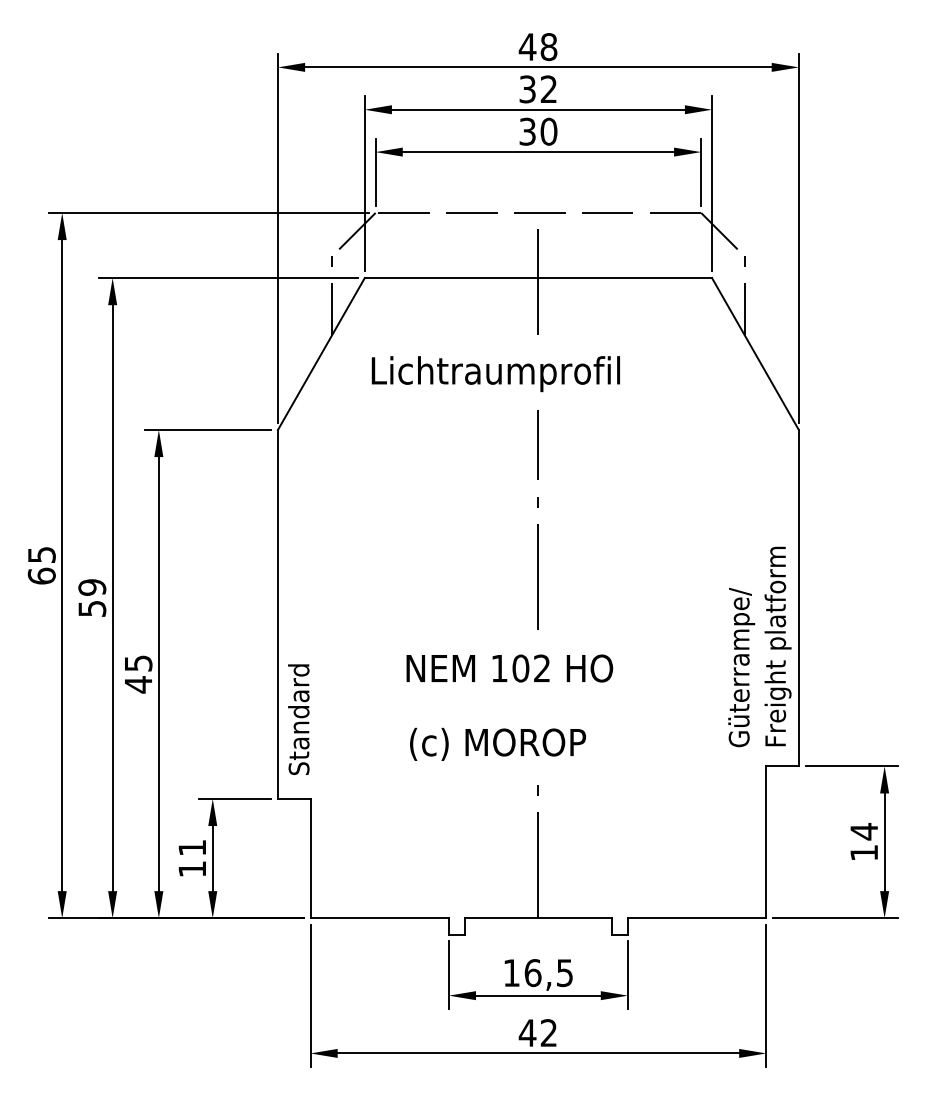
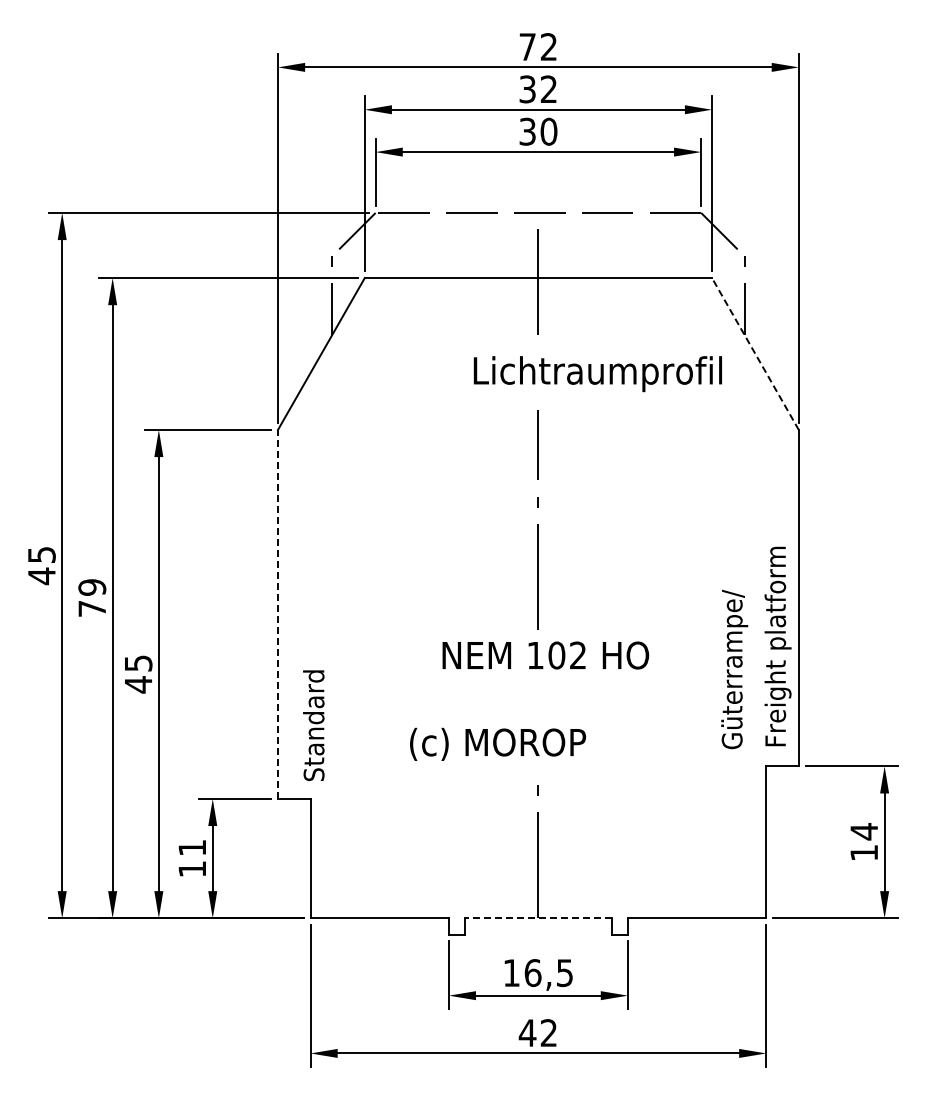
text at (537, 47): 48 -> 72
line at (755, 353): solid -> dashed
text at (495, 374) position: (495, 374) -> (597, 374)
text at (41, 576): 65 -> 45
text at (92, 608): 59 -> 79
line at (277, 613): solid -> dashed
text at (741, 667) position: (741, 667) -> (734, 669)
text at (509, 668) position: (509, 668) -> (545, 655)
text at (298, 719) position: (298, 719) -> (313, 725)
line at (537, 918): solid -> dashed
